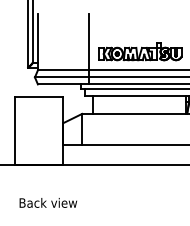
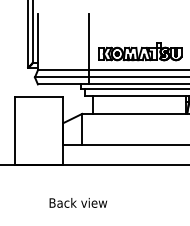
text at (47, 202) position: (47, 202) -> (77, 202)
